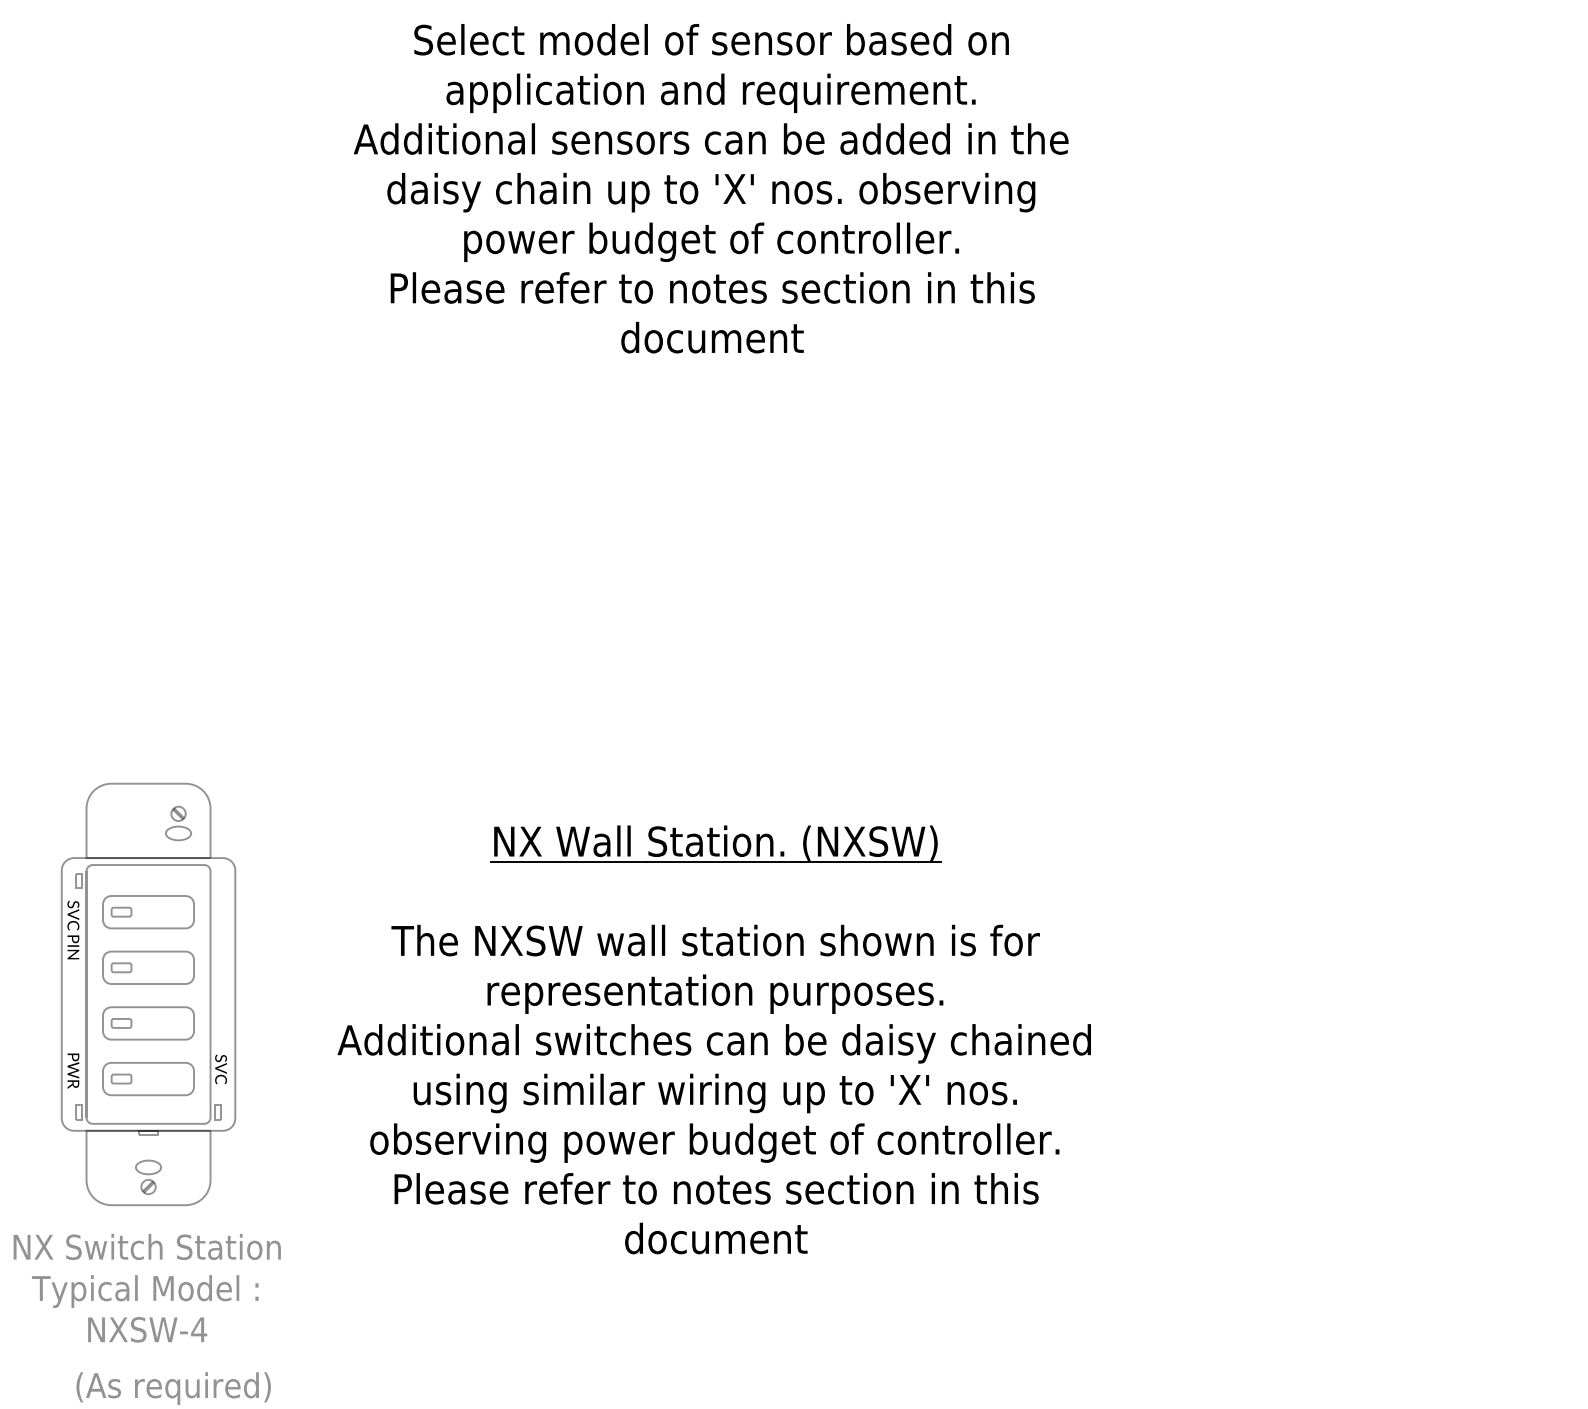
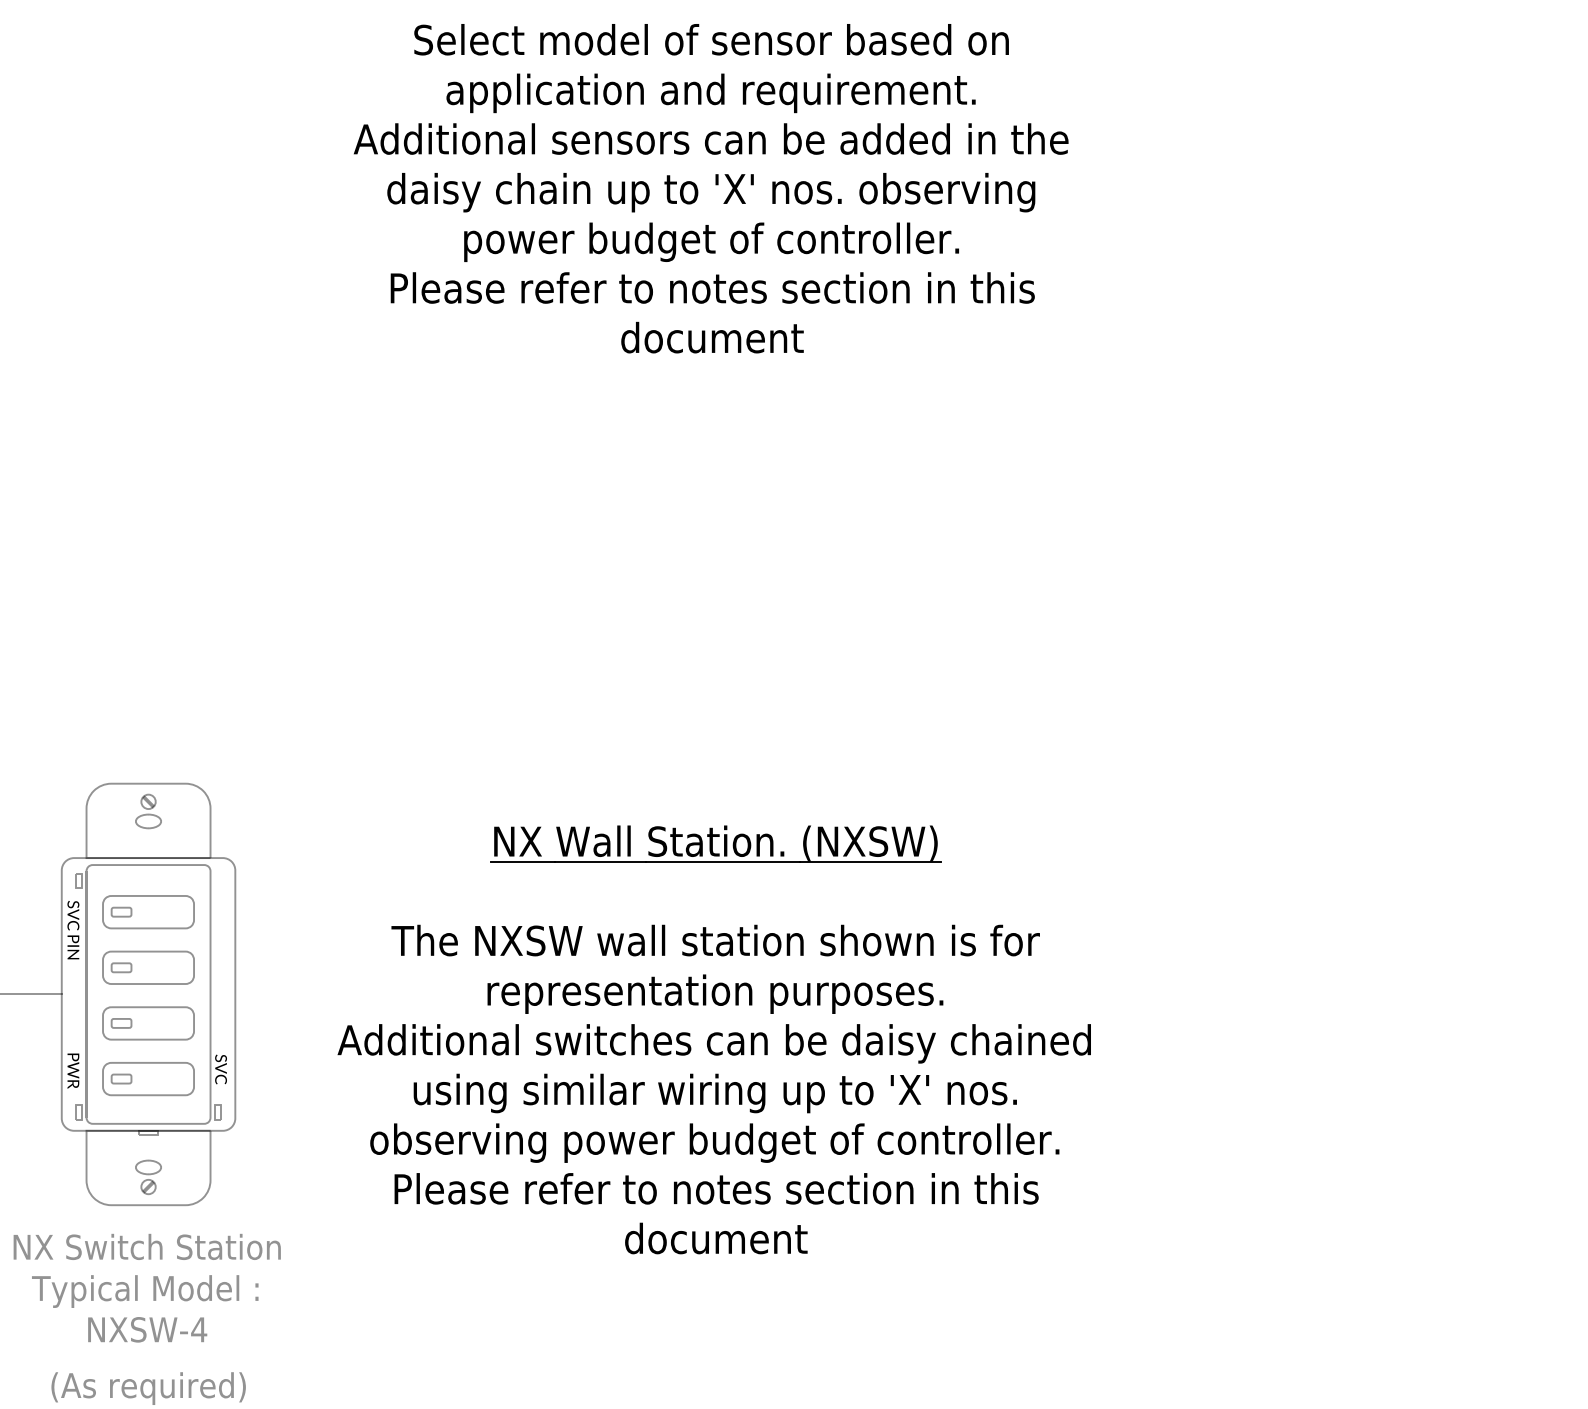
part at (178, 823) position: (178, 823) -> (148, 811)
line at (31, 994): none -> present
text at (173, 1388) position: (173, 1388) -> (148, 1388)
